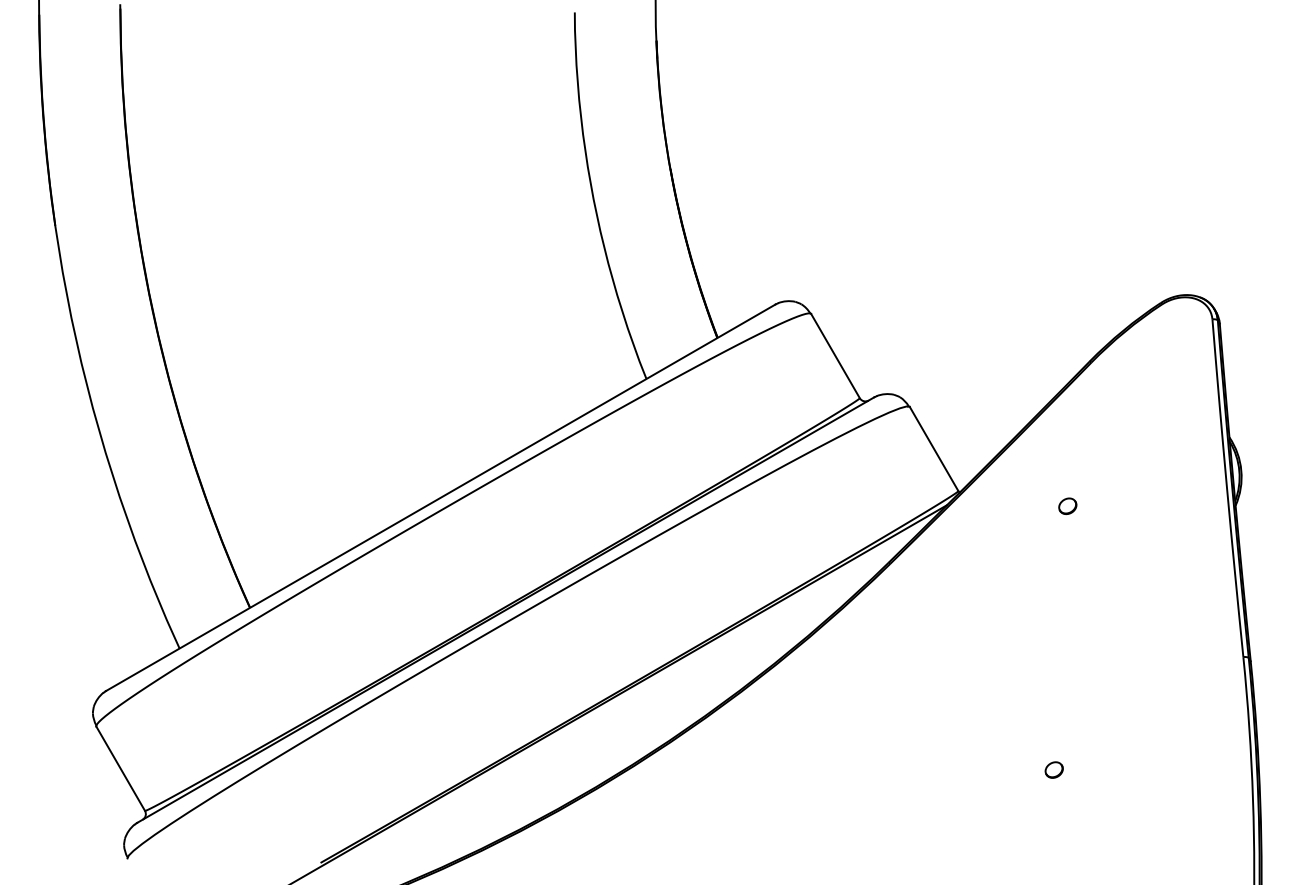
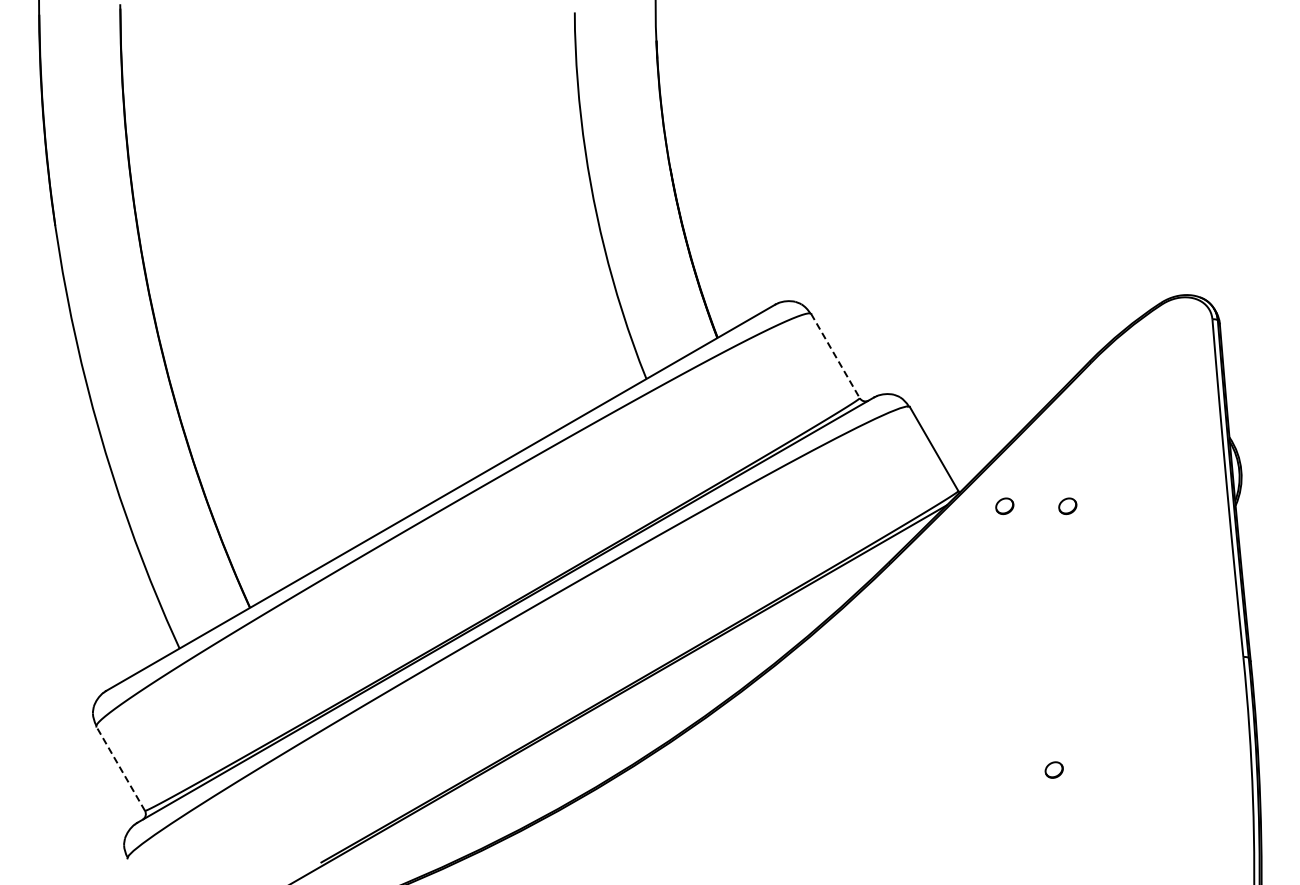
line at (835, 356): solid -> dashed
part at (1004, 506): none -> present
line at (120, 768): solid -> dashed
